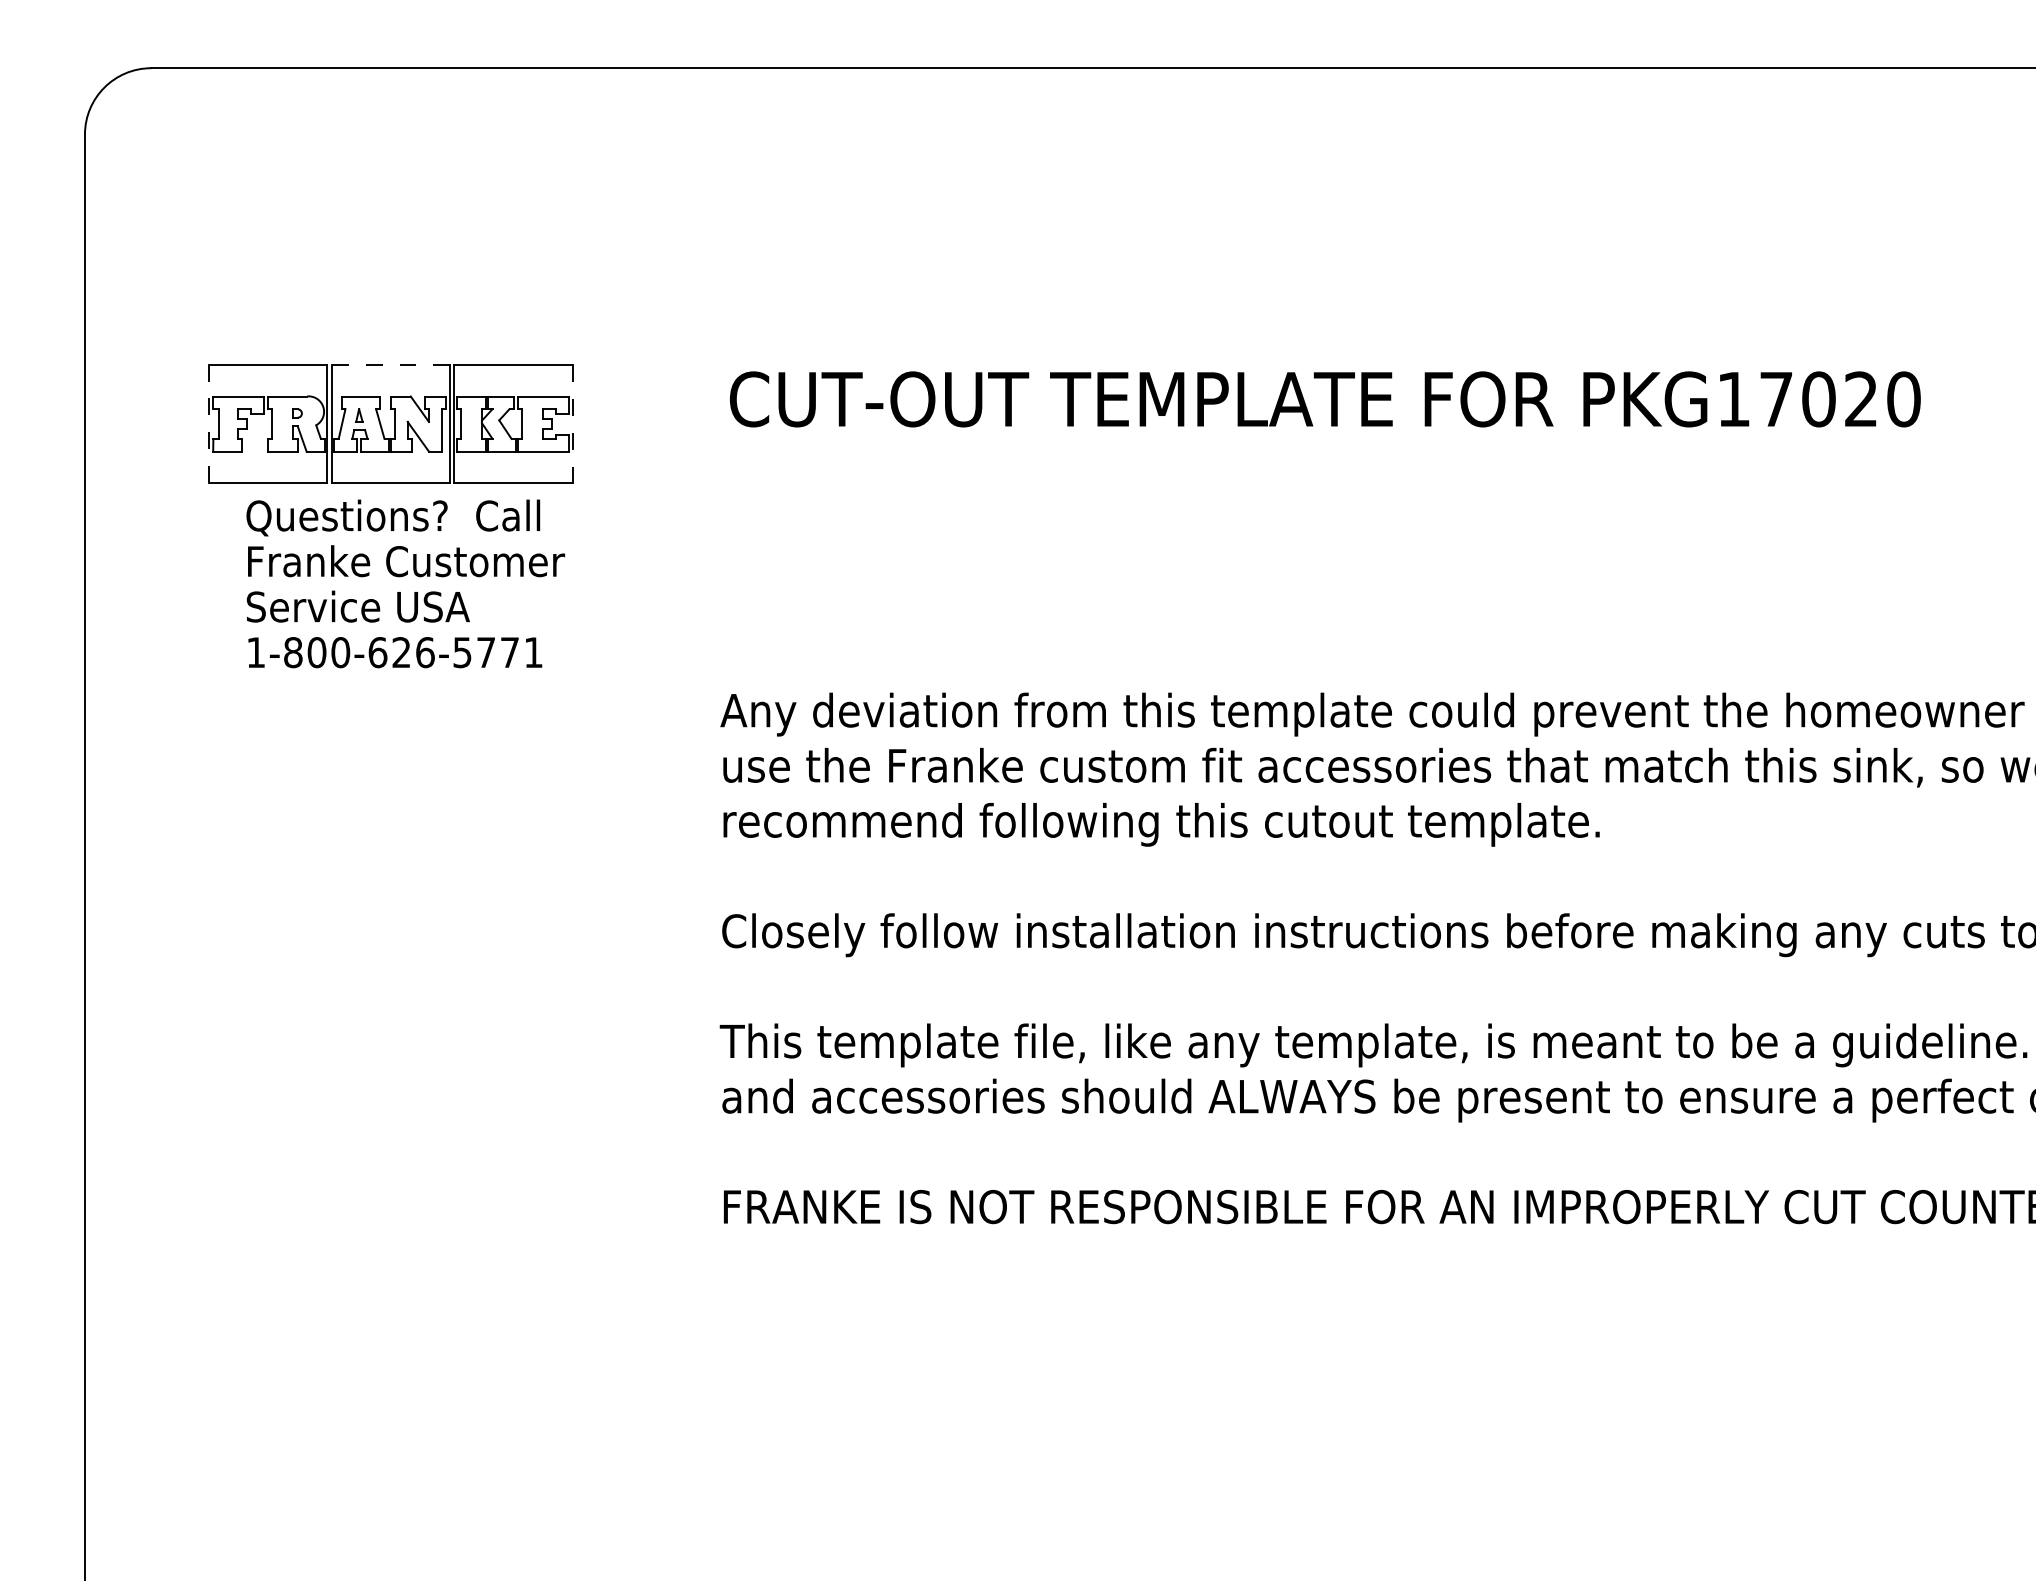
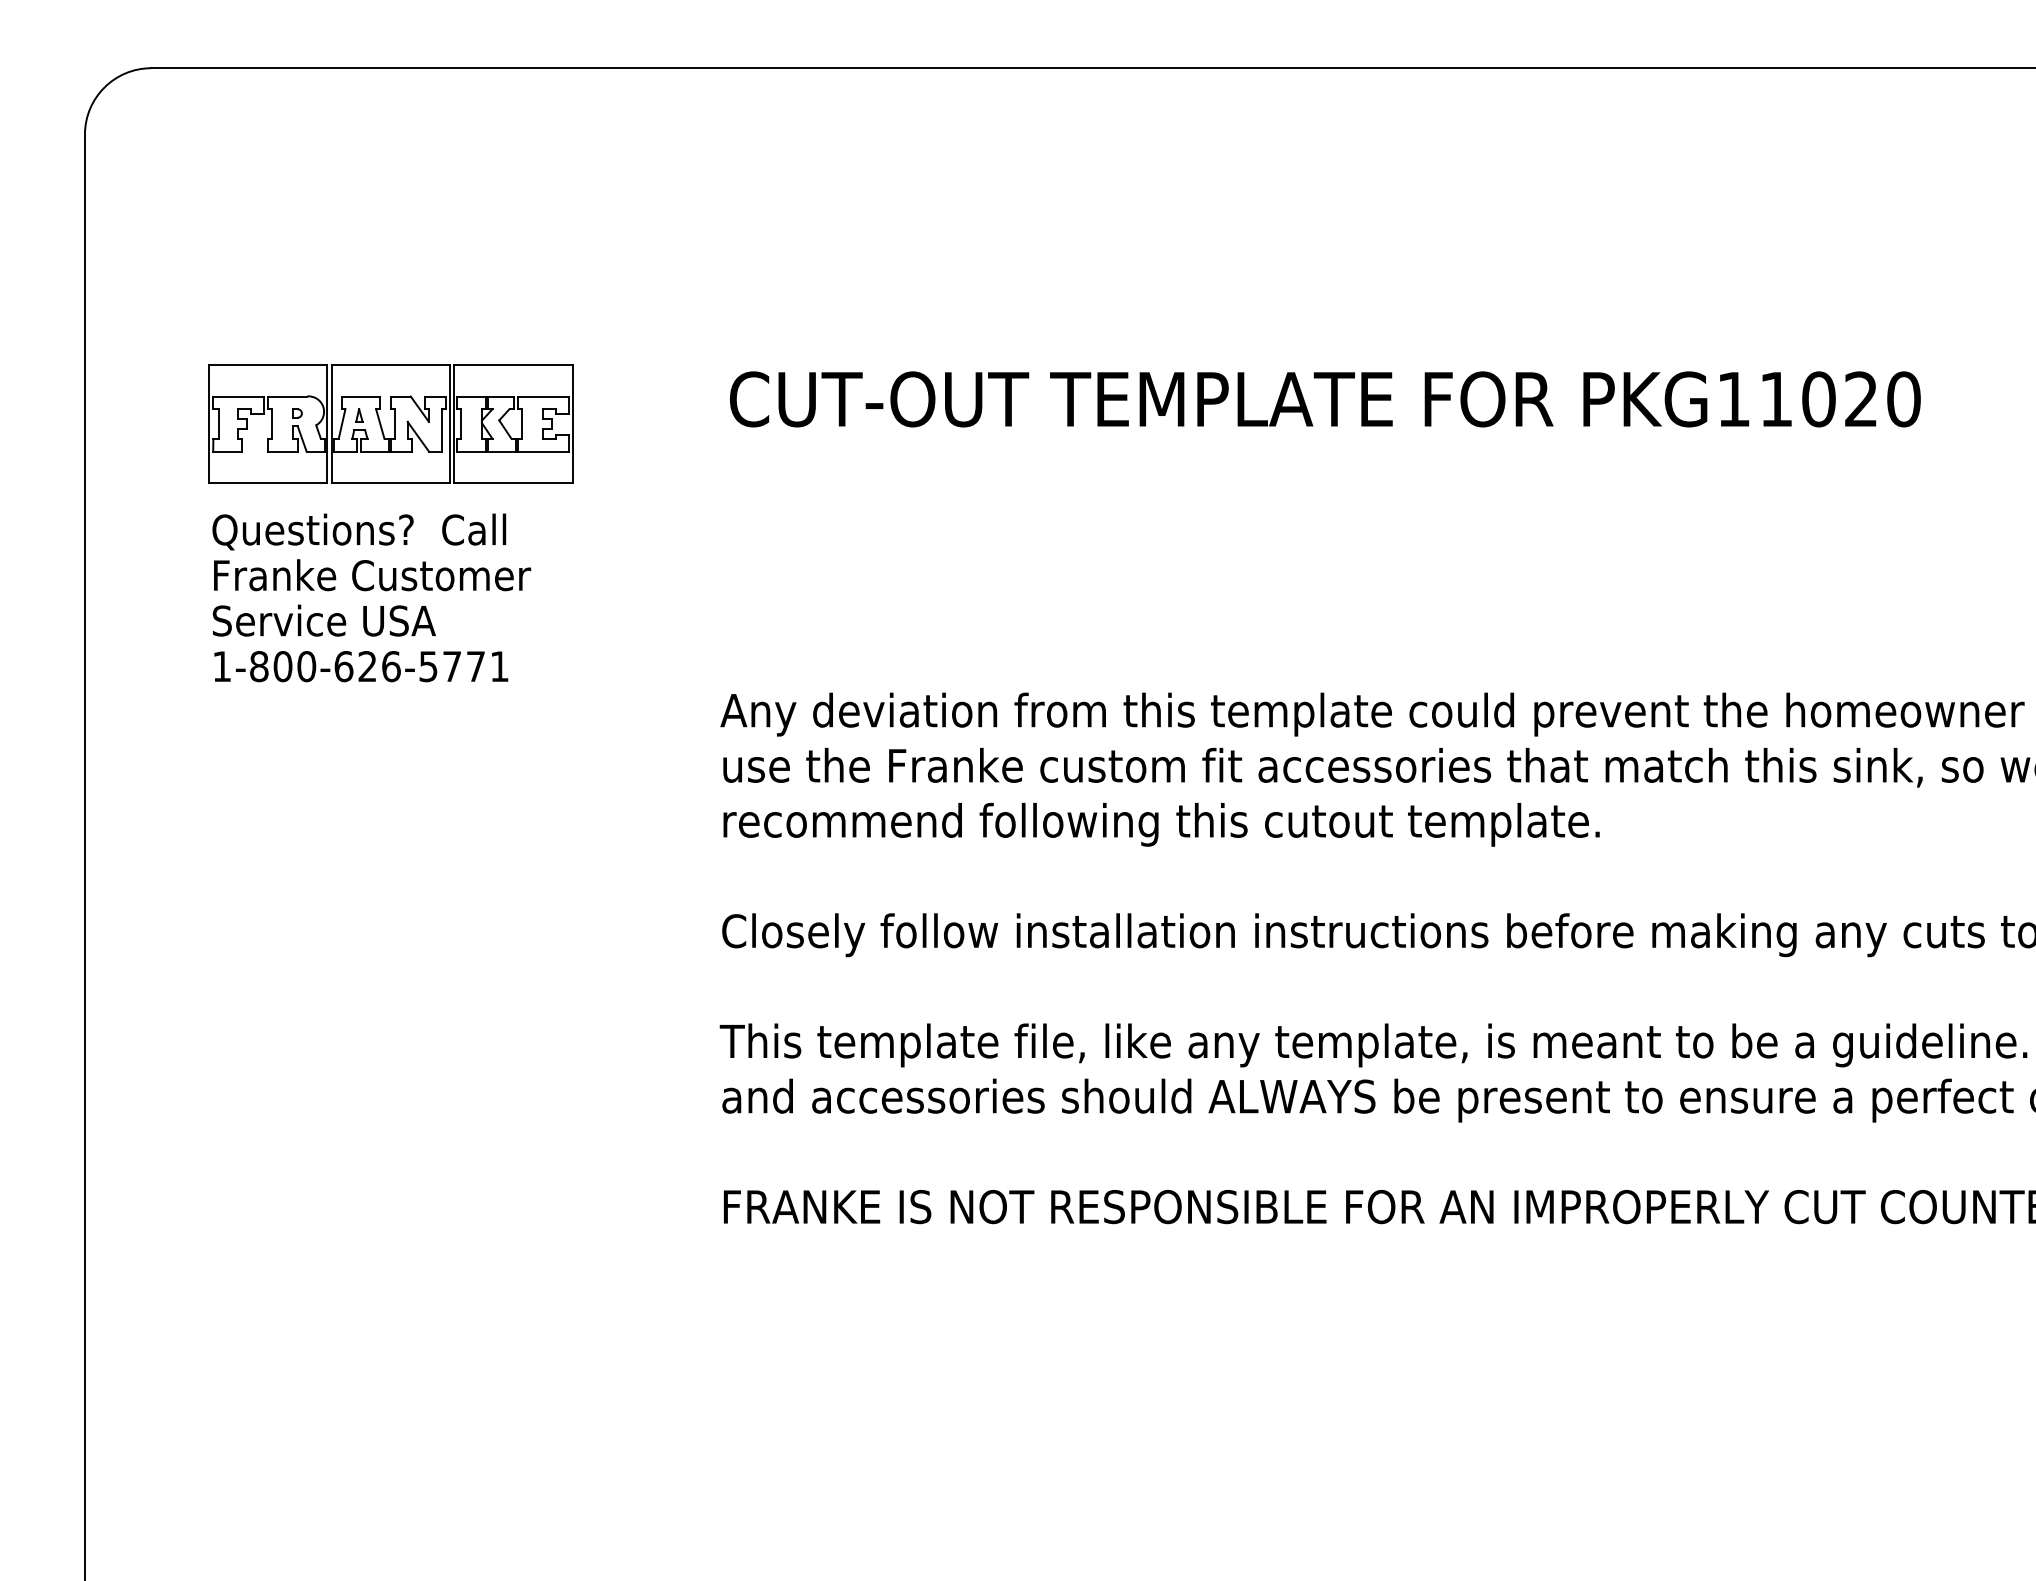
line at (390, 364): dashed -> solid
text at (1776, 399): PKG17020 -> PKG11020
line at (573, 423): dashed -> solid
line at (208, 424): dashed -> solid
text at (405, 583) position: (405, 583) -> (371, 597)
